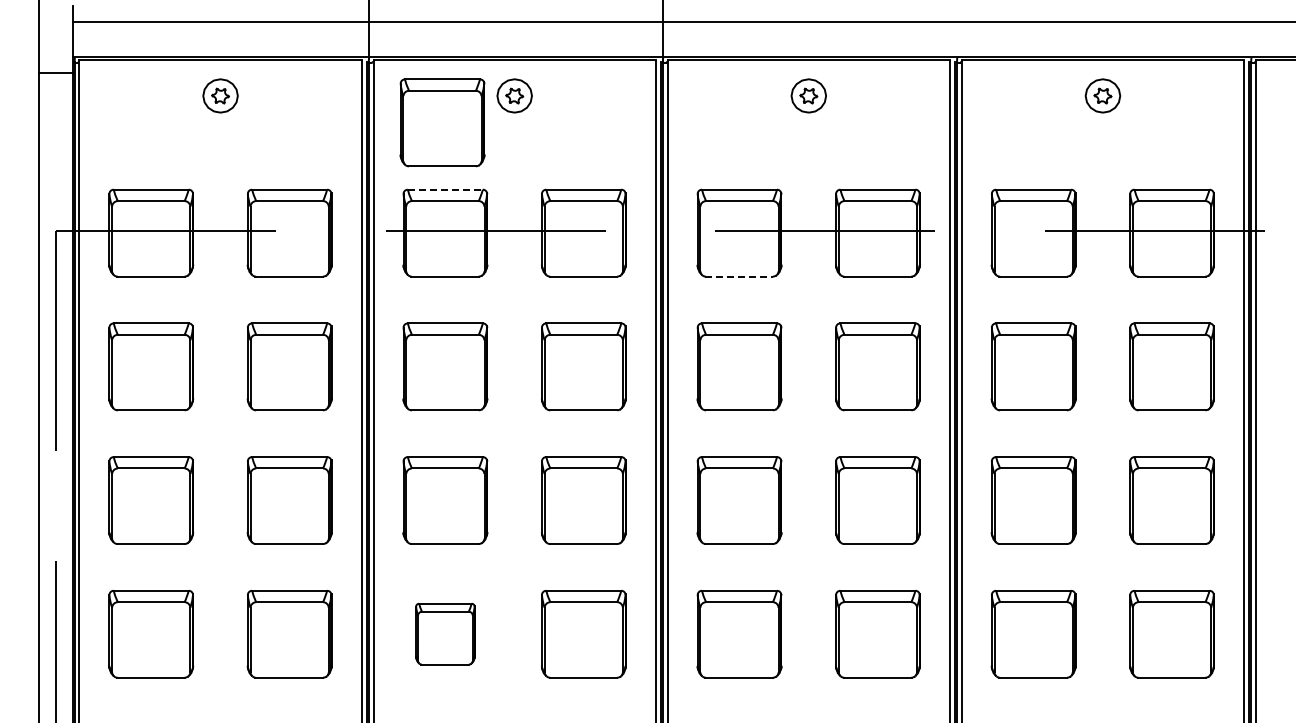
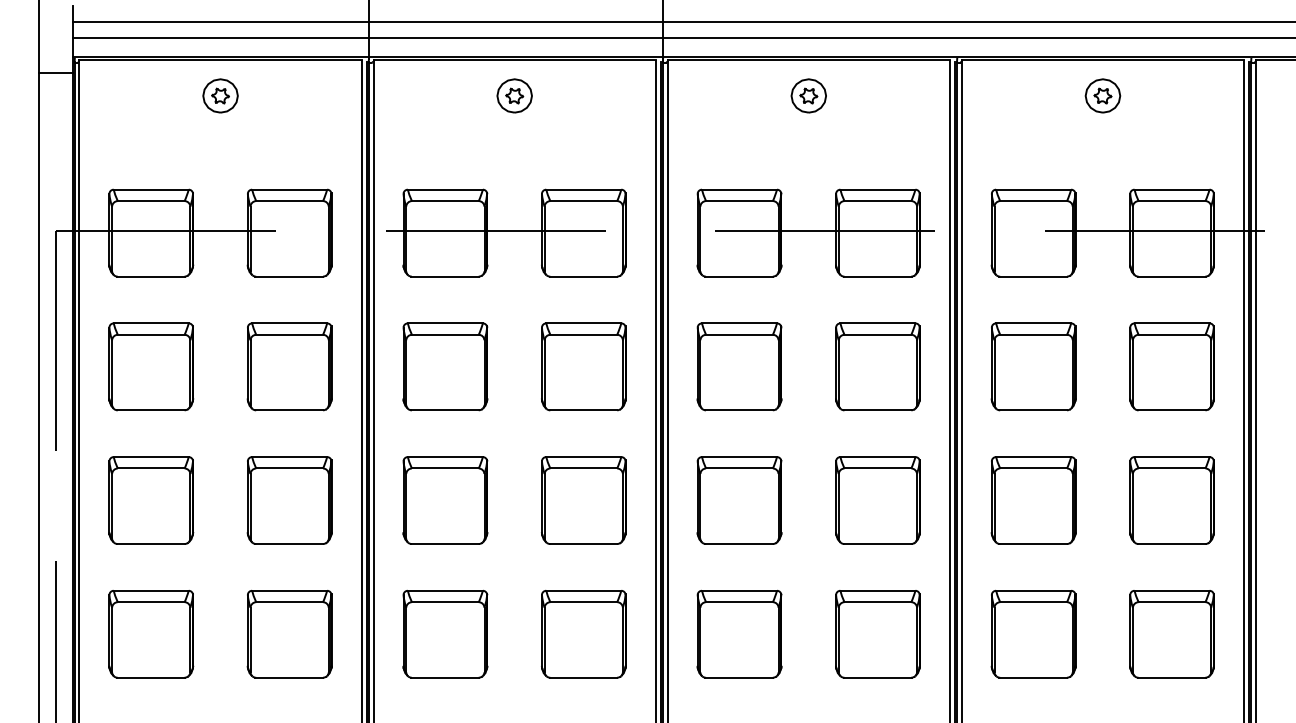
line at (682, 38): none -> present
part at (442, 122): present -> none
line at (445, 189): dashed -> solid
line at (739, 276): dashed -> solid
part at (445, 633) size: 61x64 px -> 87x90 px
